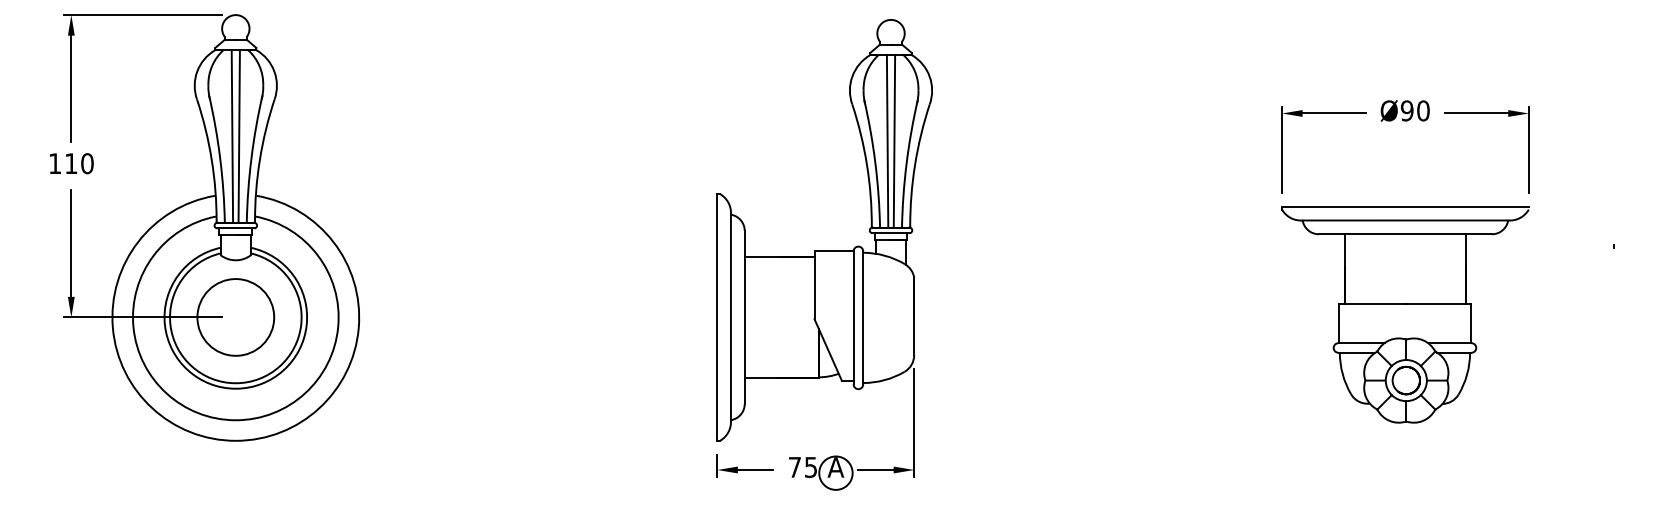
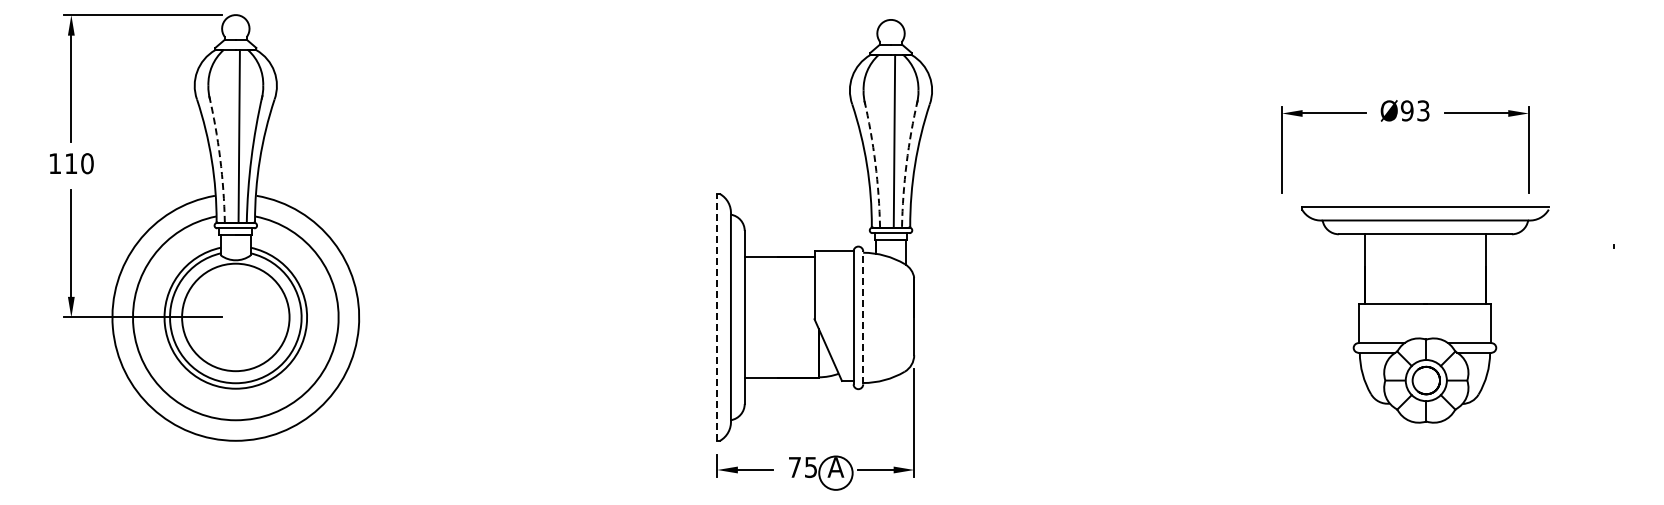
text at (1423, 110): Ø90 -> Ø93
line at (232, 136): present -> none
line at (887, 140): present -> none
arc at (220, 158): solid -> dashed
arc at (875, 163): solid -> dashed
arc at (906, 163): solid -> dashed
part at (1405, 314) position: (1405, 314) -> (1425, 314)
line at (717, 316): solid -> dashed
circle at (235, 317) diameter: 77 px -> 107 px
line at (863, 317): solid -> dashed
